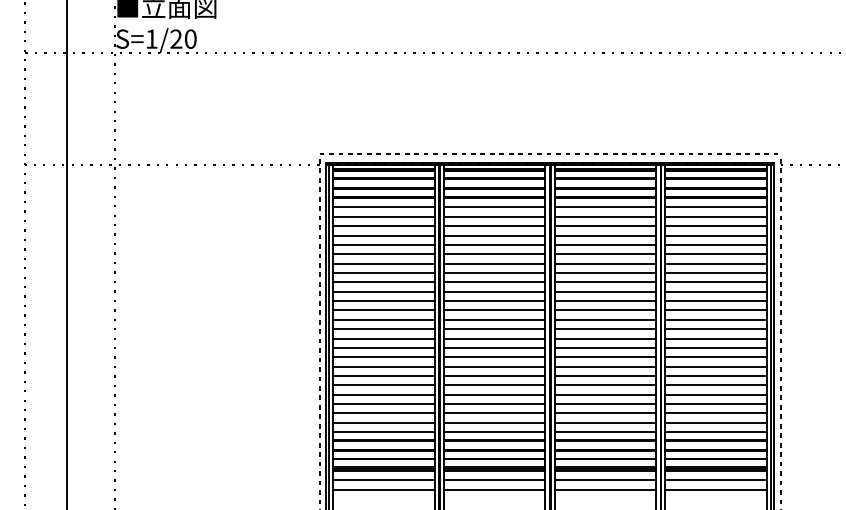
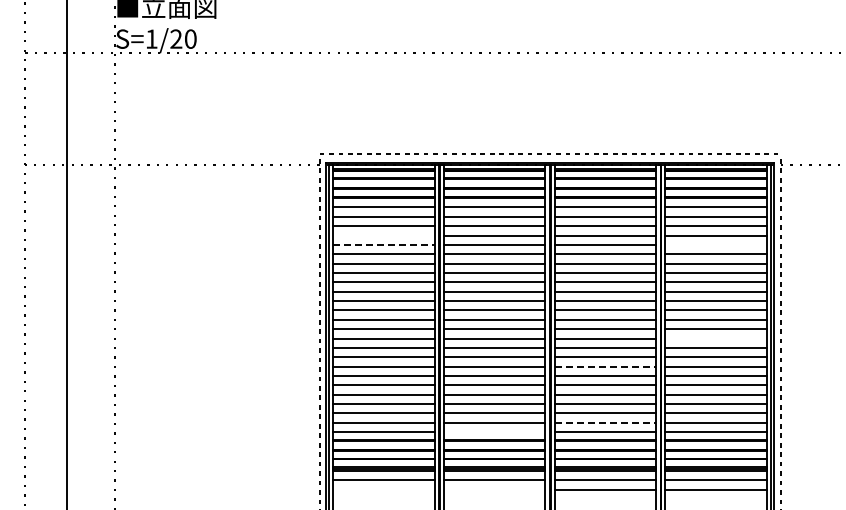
line at (384, 235): present -> none
line at (384, 244): solid -> dashed
line at (715, 244): present -> none
line at (715, 338): present -> none
line at (605, 366): solid -> dashed
line at (605, 422): solid -> dashed
line at (494, 432): present -> none
line at (384, 489): present -> none
line at (494, 489): present -> none
